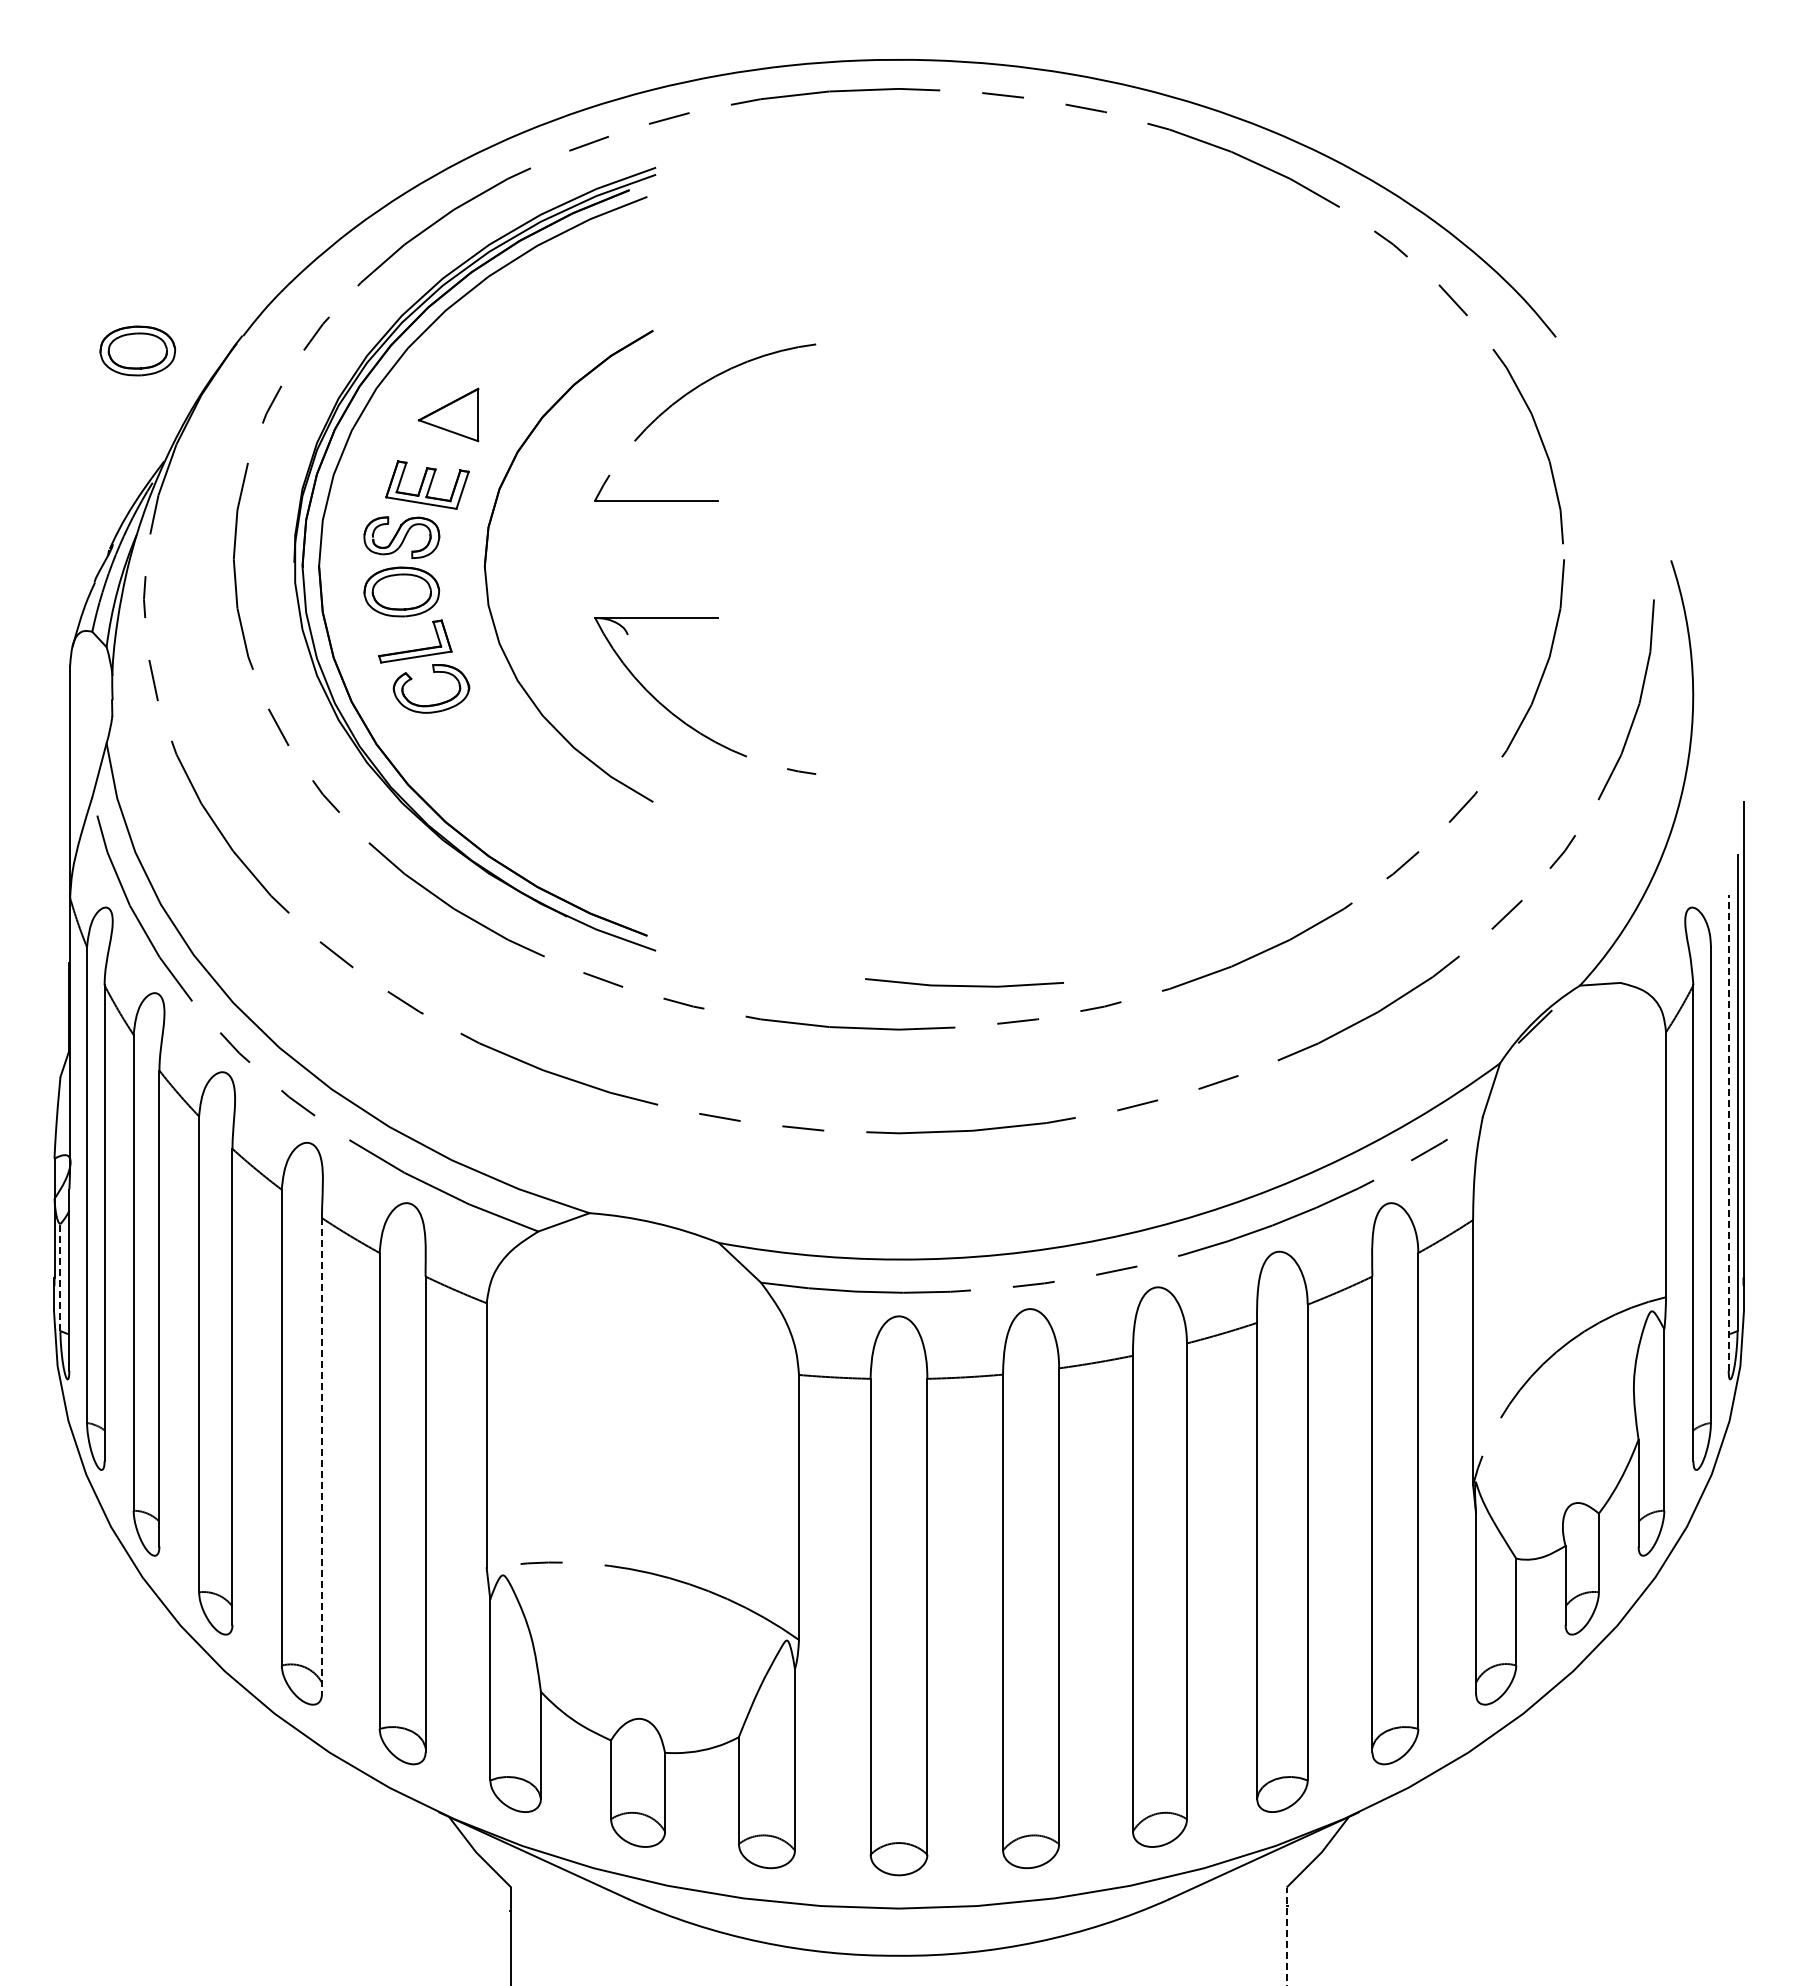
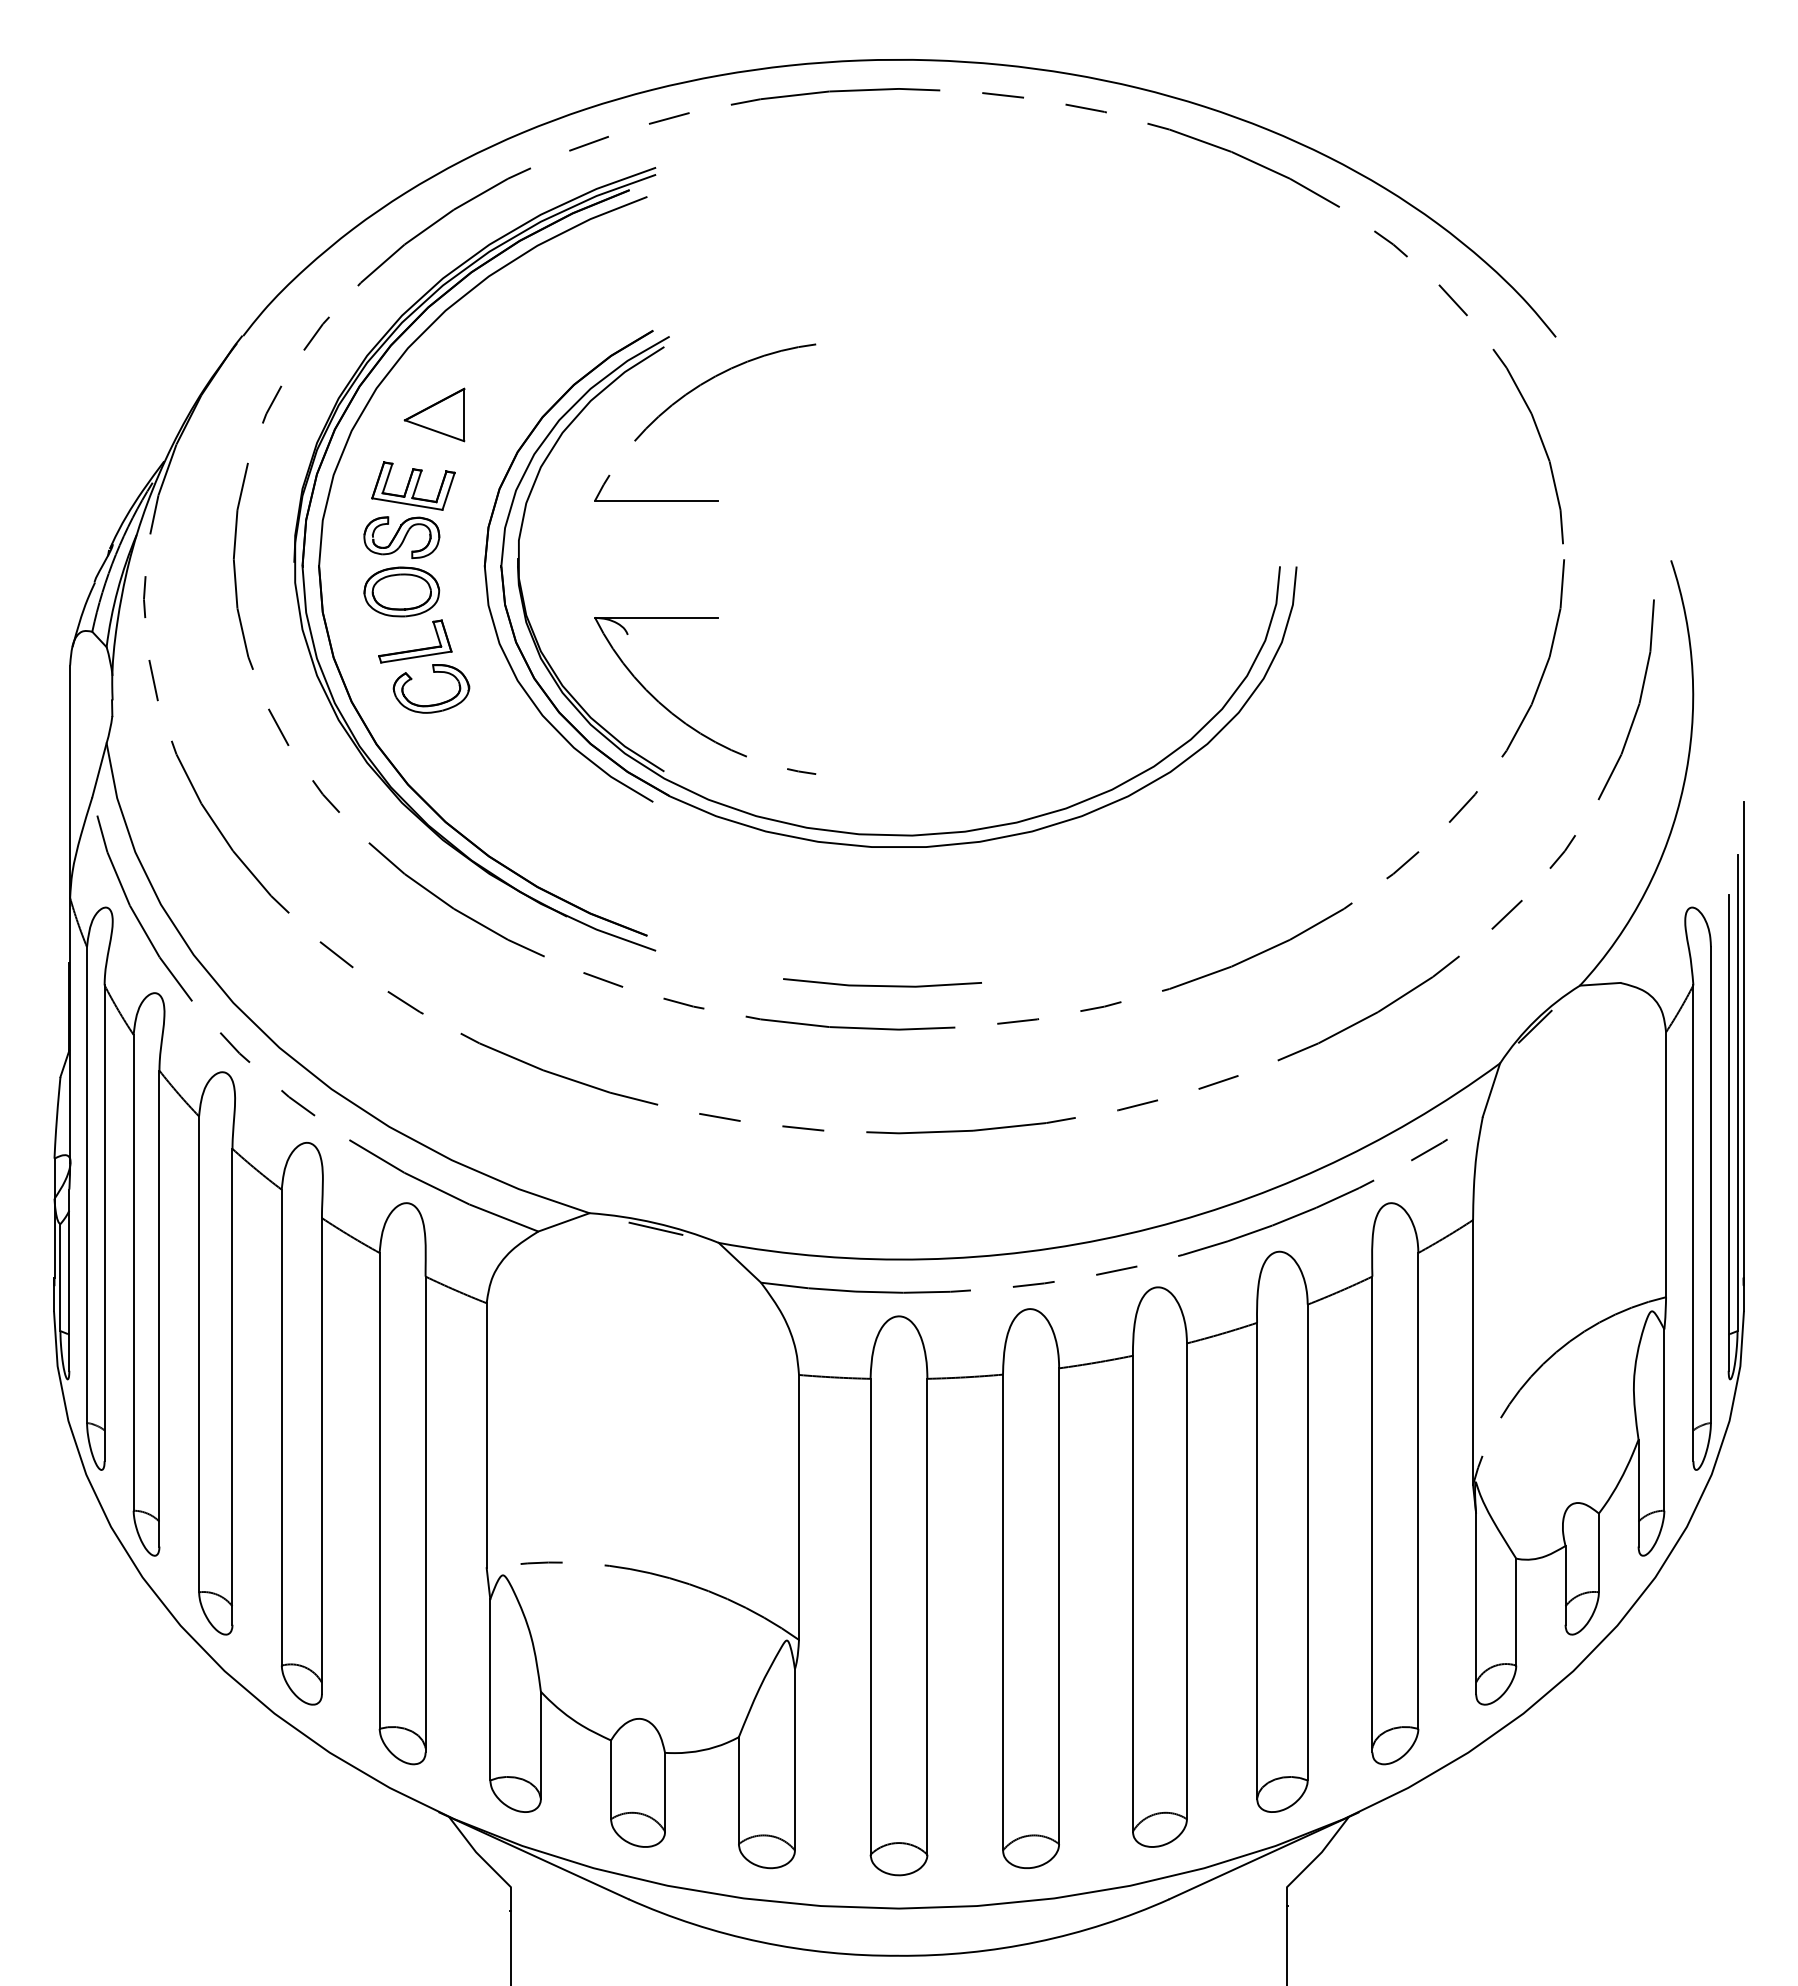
part at (137, 350): present -> none
part at (448, 414) position: (448, 414) -> (434, 414)
part at (427, 484) position: (427, 484) -> (413, 485)
part at (880, 833): none -> present
line at (964, 985) position: (964, 985) -> (882, 985)
line at (1728, 1132): dashed -> solid
line at (655, 1228): none -> present
line at (60, 1277): dashed -> solid
line at (321, 1456): dashed -> solid
line at (1286, 1936): dashed -> solid
